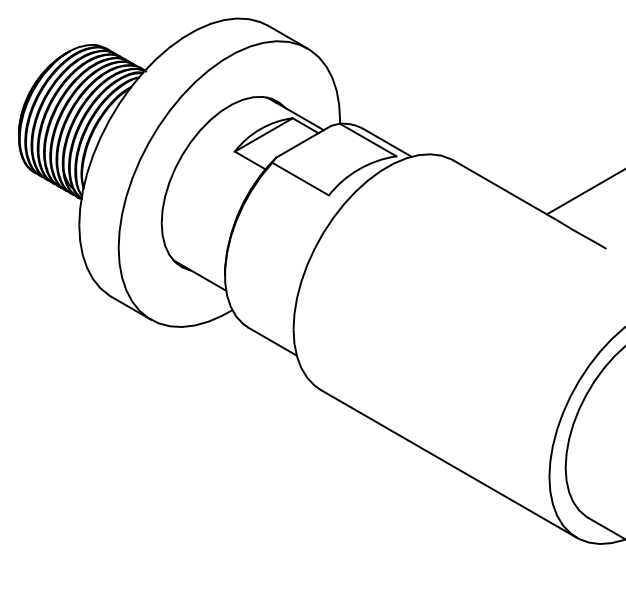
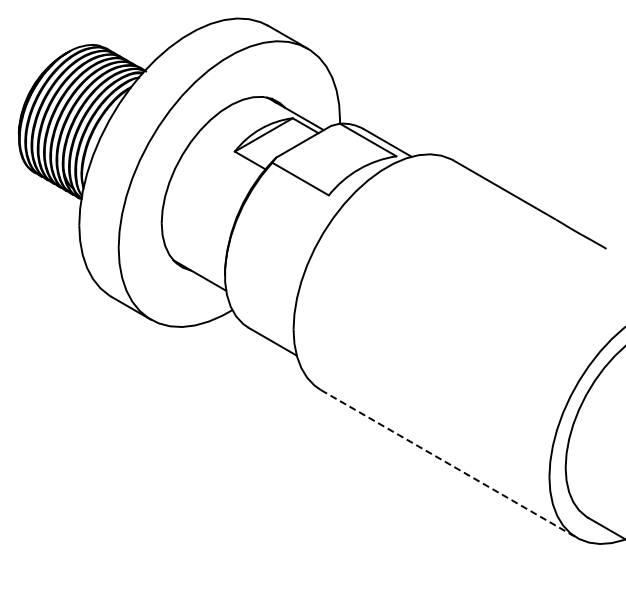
line at (584, 192): present -> none
line at (448, 463): solid -> dashed
